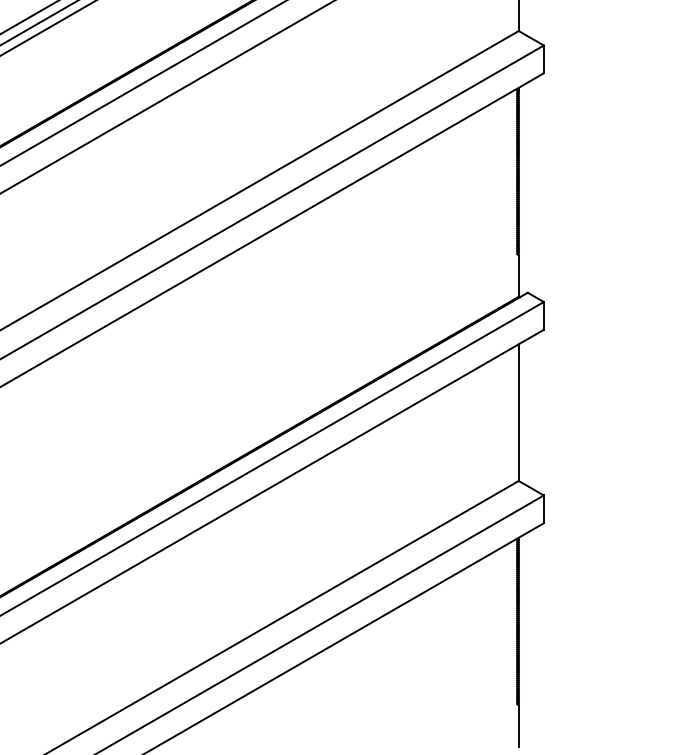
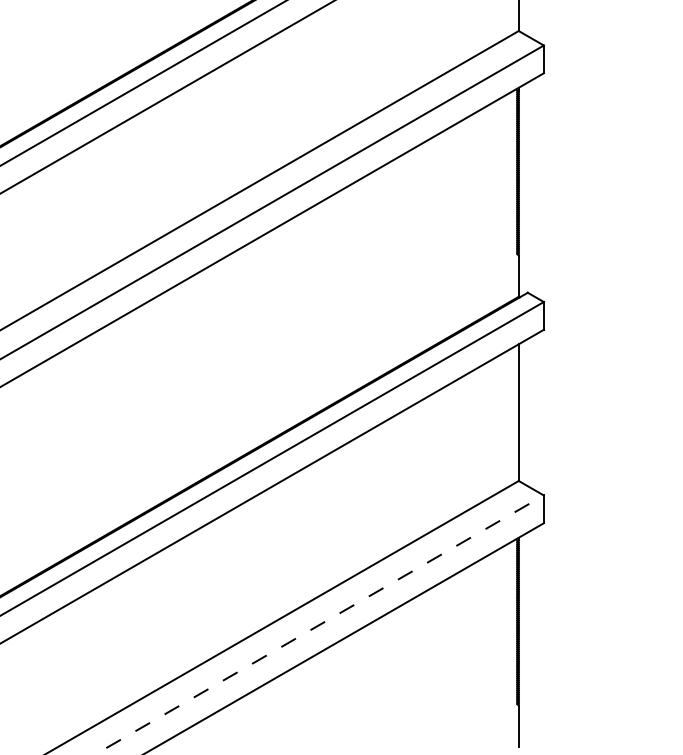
line at (29, 17): present -> none
line at (38, 23): present -> none
line at (47, 28): present -> none
line at (319, 624): solid -> dashed
